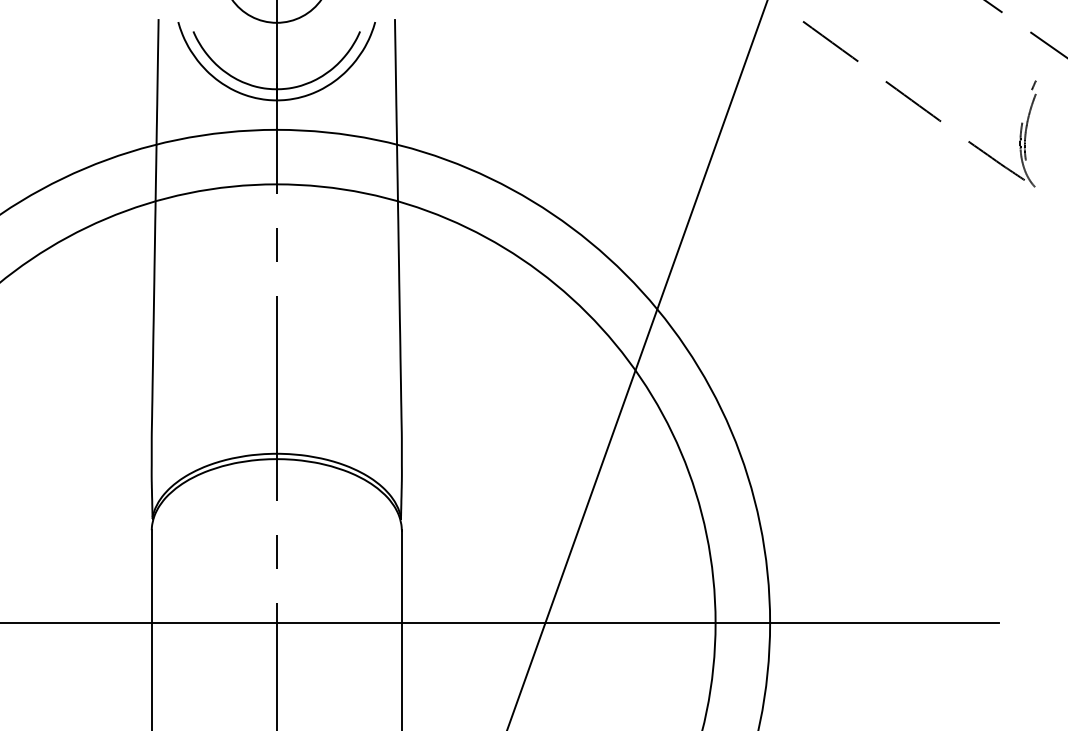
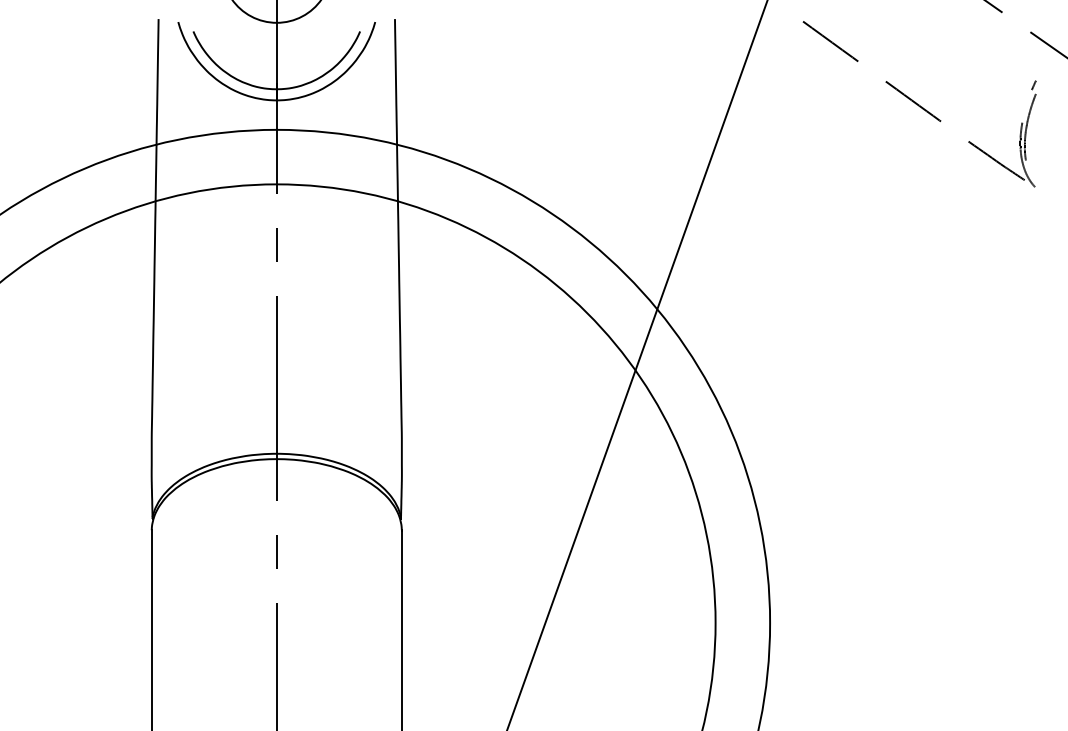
line at (500, 623): present -> none
